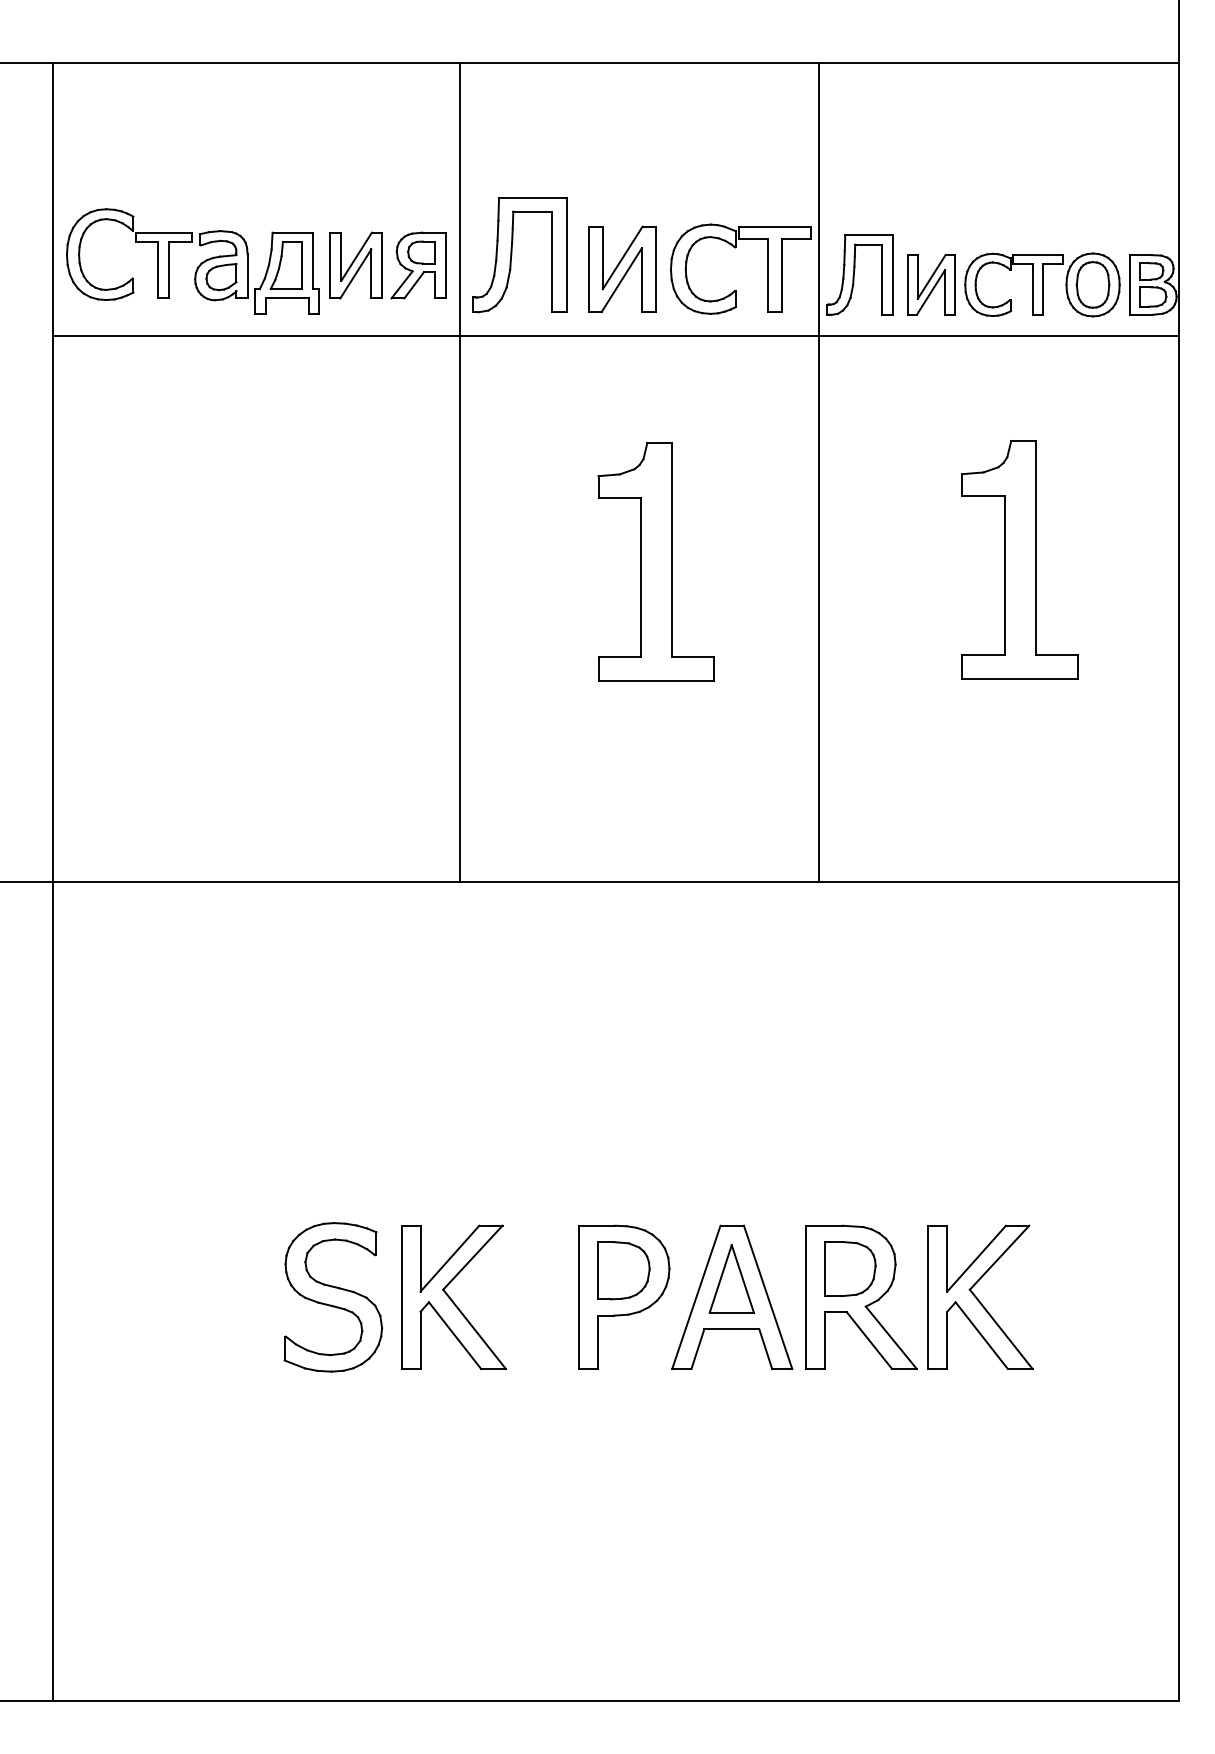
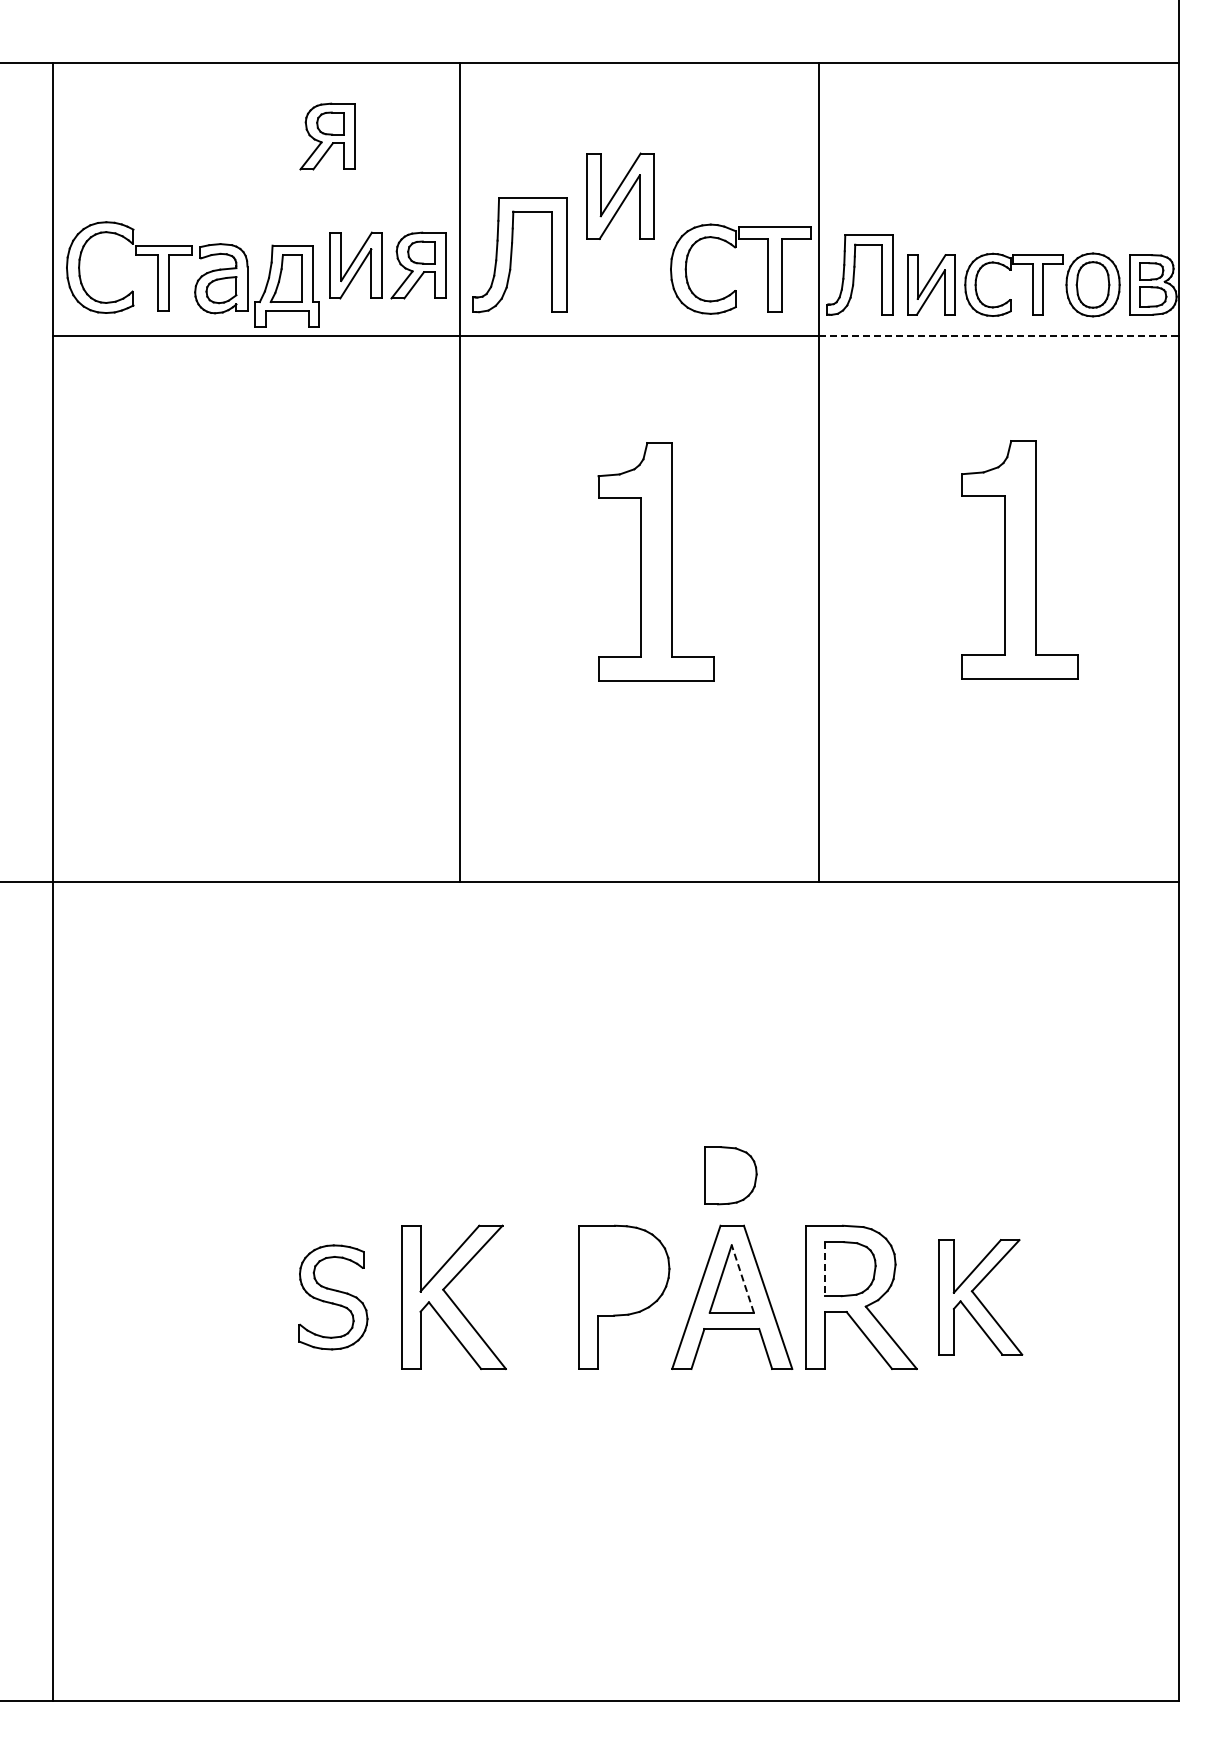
part at (327, 136): none -> present
part at (197, 266) position: (197, 266) -> (197, 279)
part at (622, 268) position: (622, 268) -> (620, 195)
line at (999, 336): solid -> dashed
line at (824, 1269): solid -> dashed
part at (623, 1270) position: (623, 1270) -> (730, 1175)
line at (742, 1278): solid -> dashed
part at (333, 1297) size: 101x151 px -> 71x107 px
part at (980, 1297) size: 107x147 px -> 86x117 px
